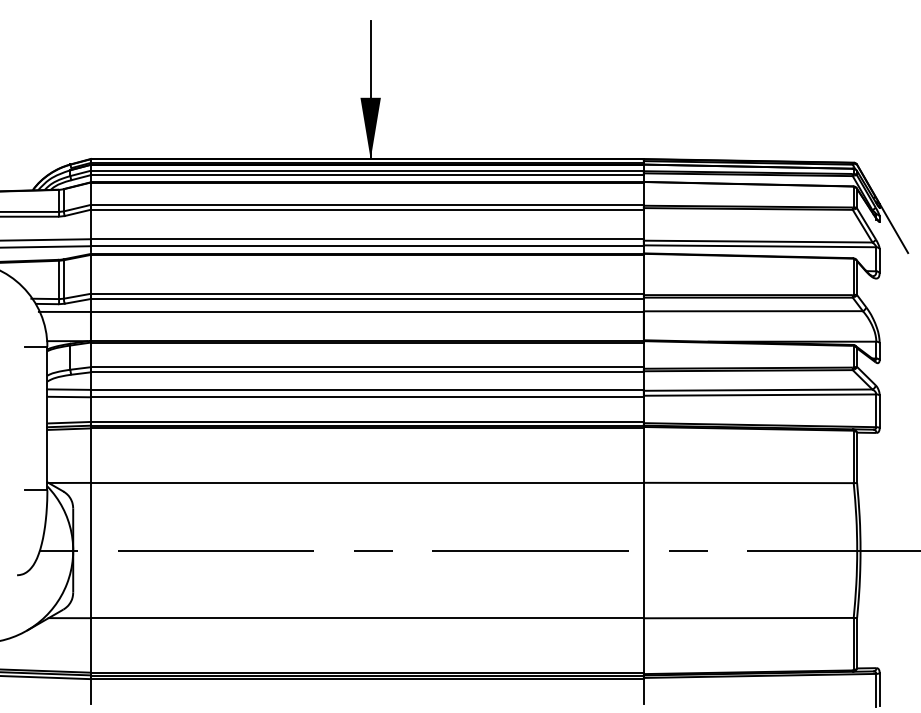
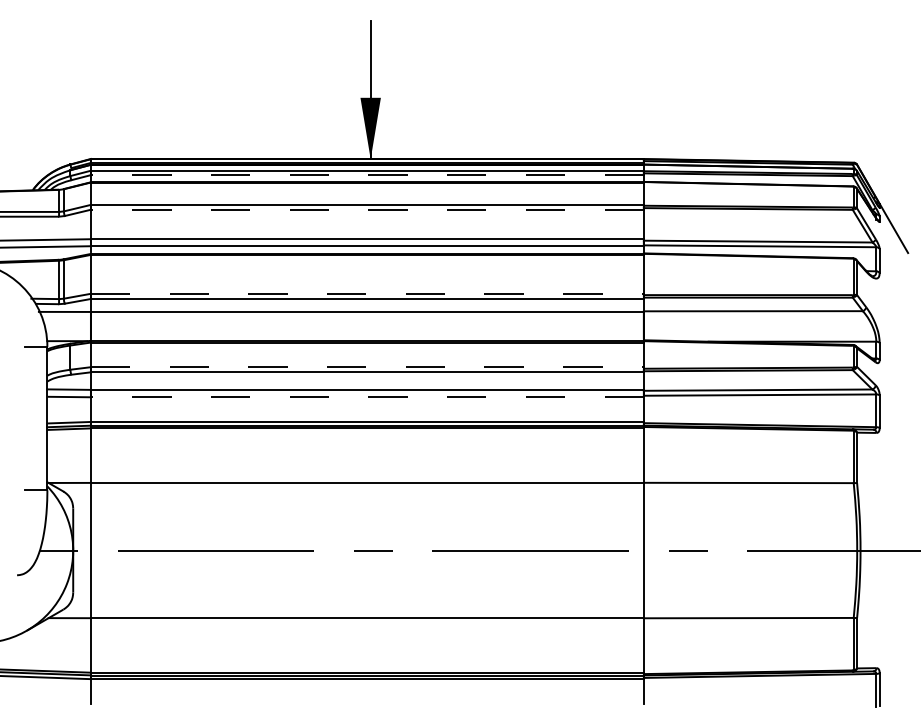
line at (366, 175): solid -> dashed
line at (366, 209): solid -> dashed
line at (367, 293): solid -> dashed
line at (367, 367): solid -> dashed
line at (366, 397): solid -> dashed
